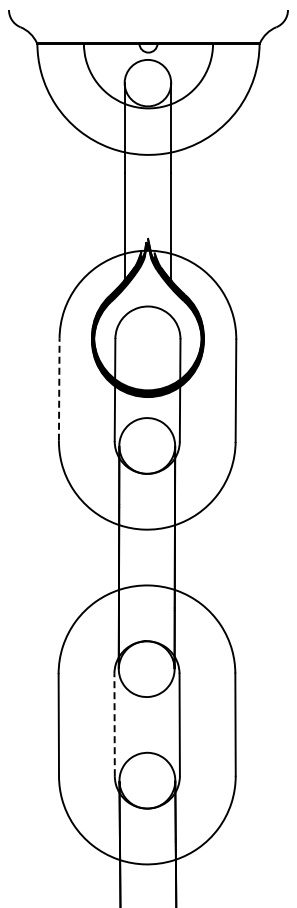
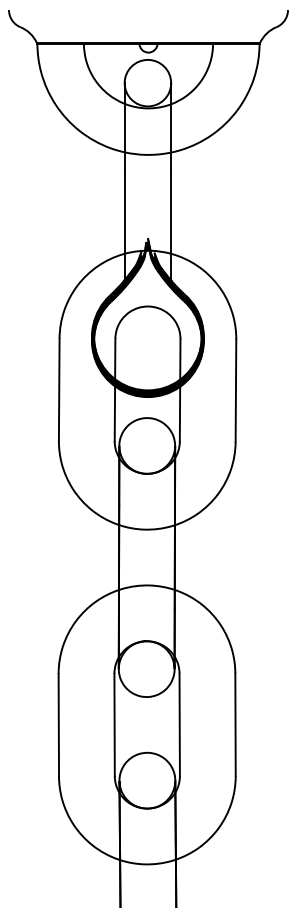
line at (59, 389): dashed -> solid
line at (114, 724): dashed -> solid
